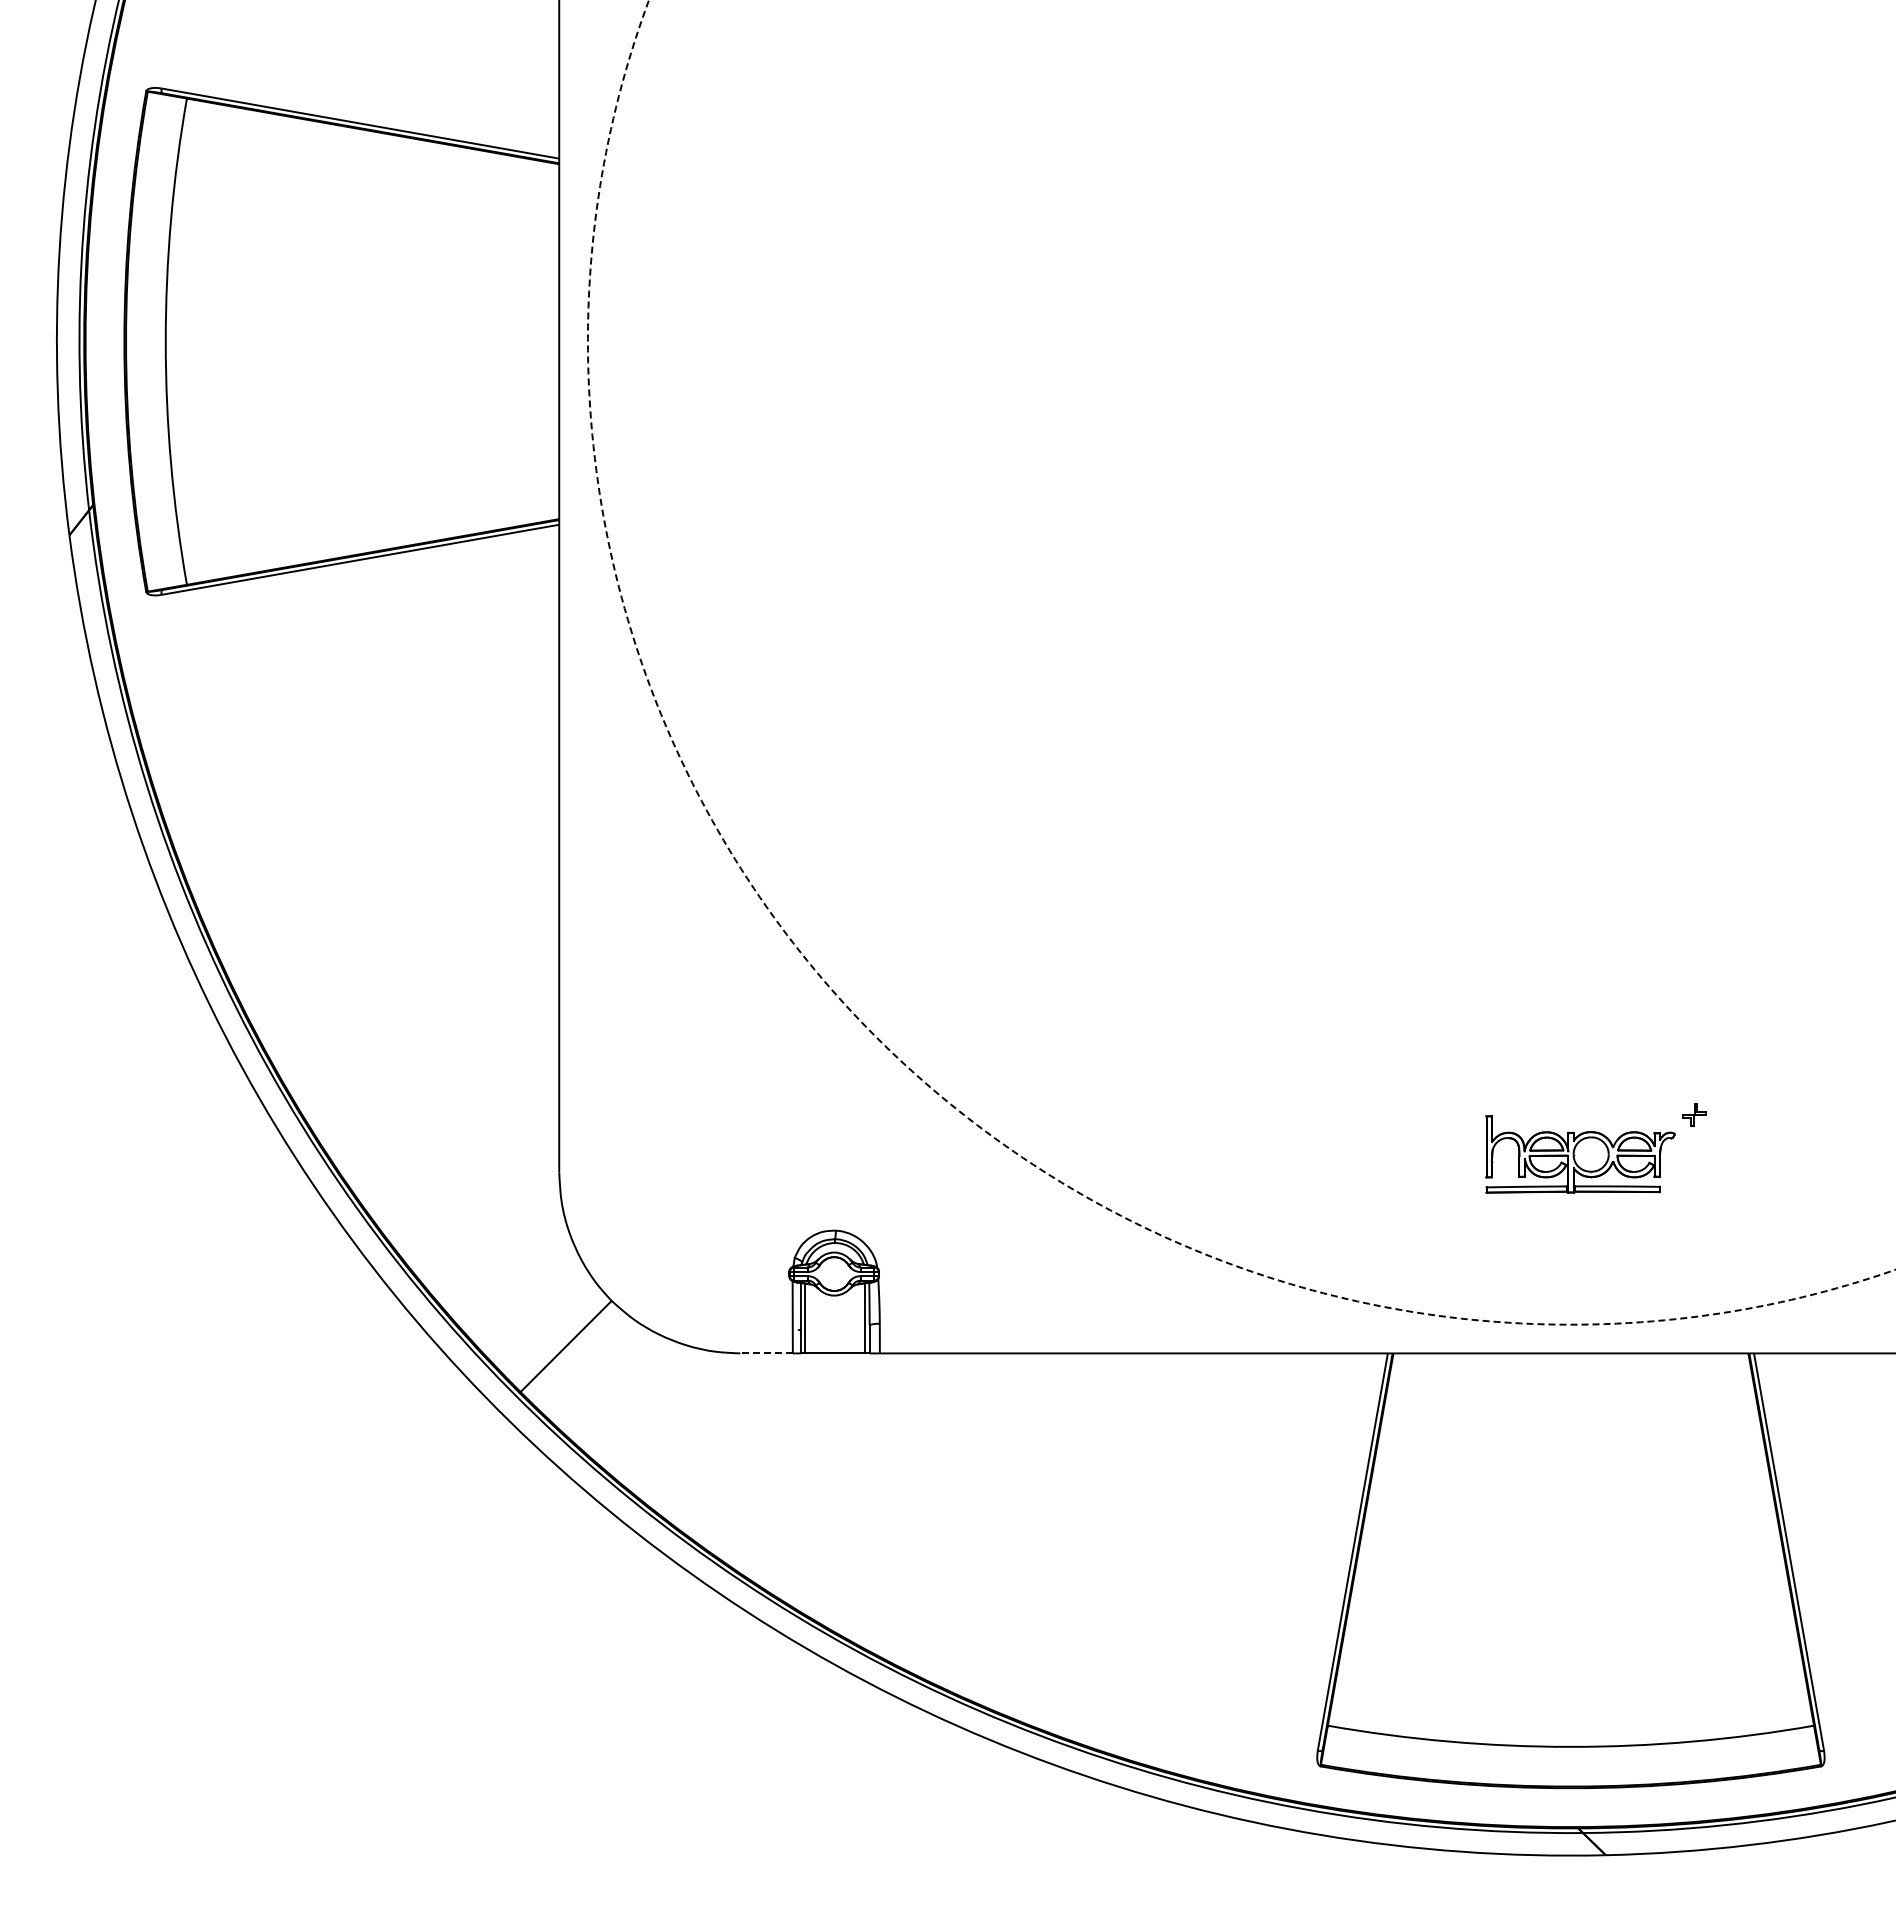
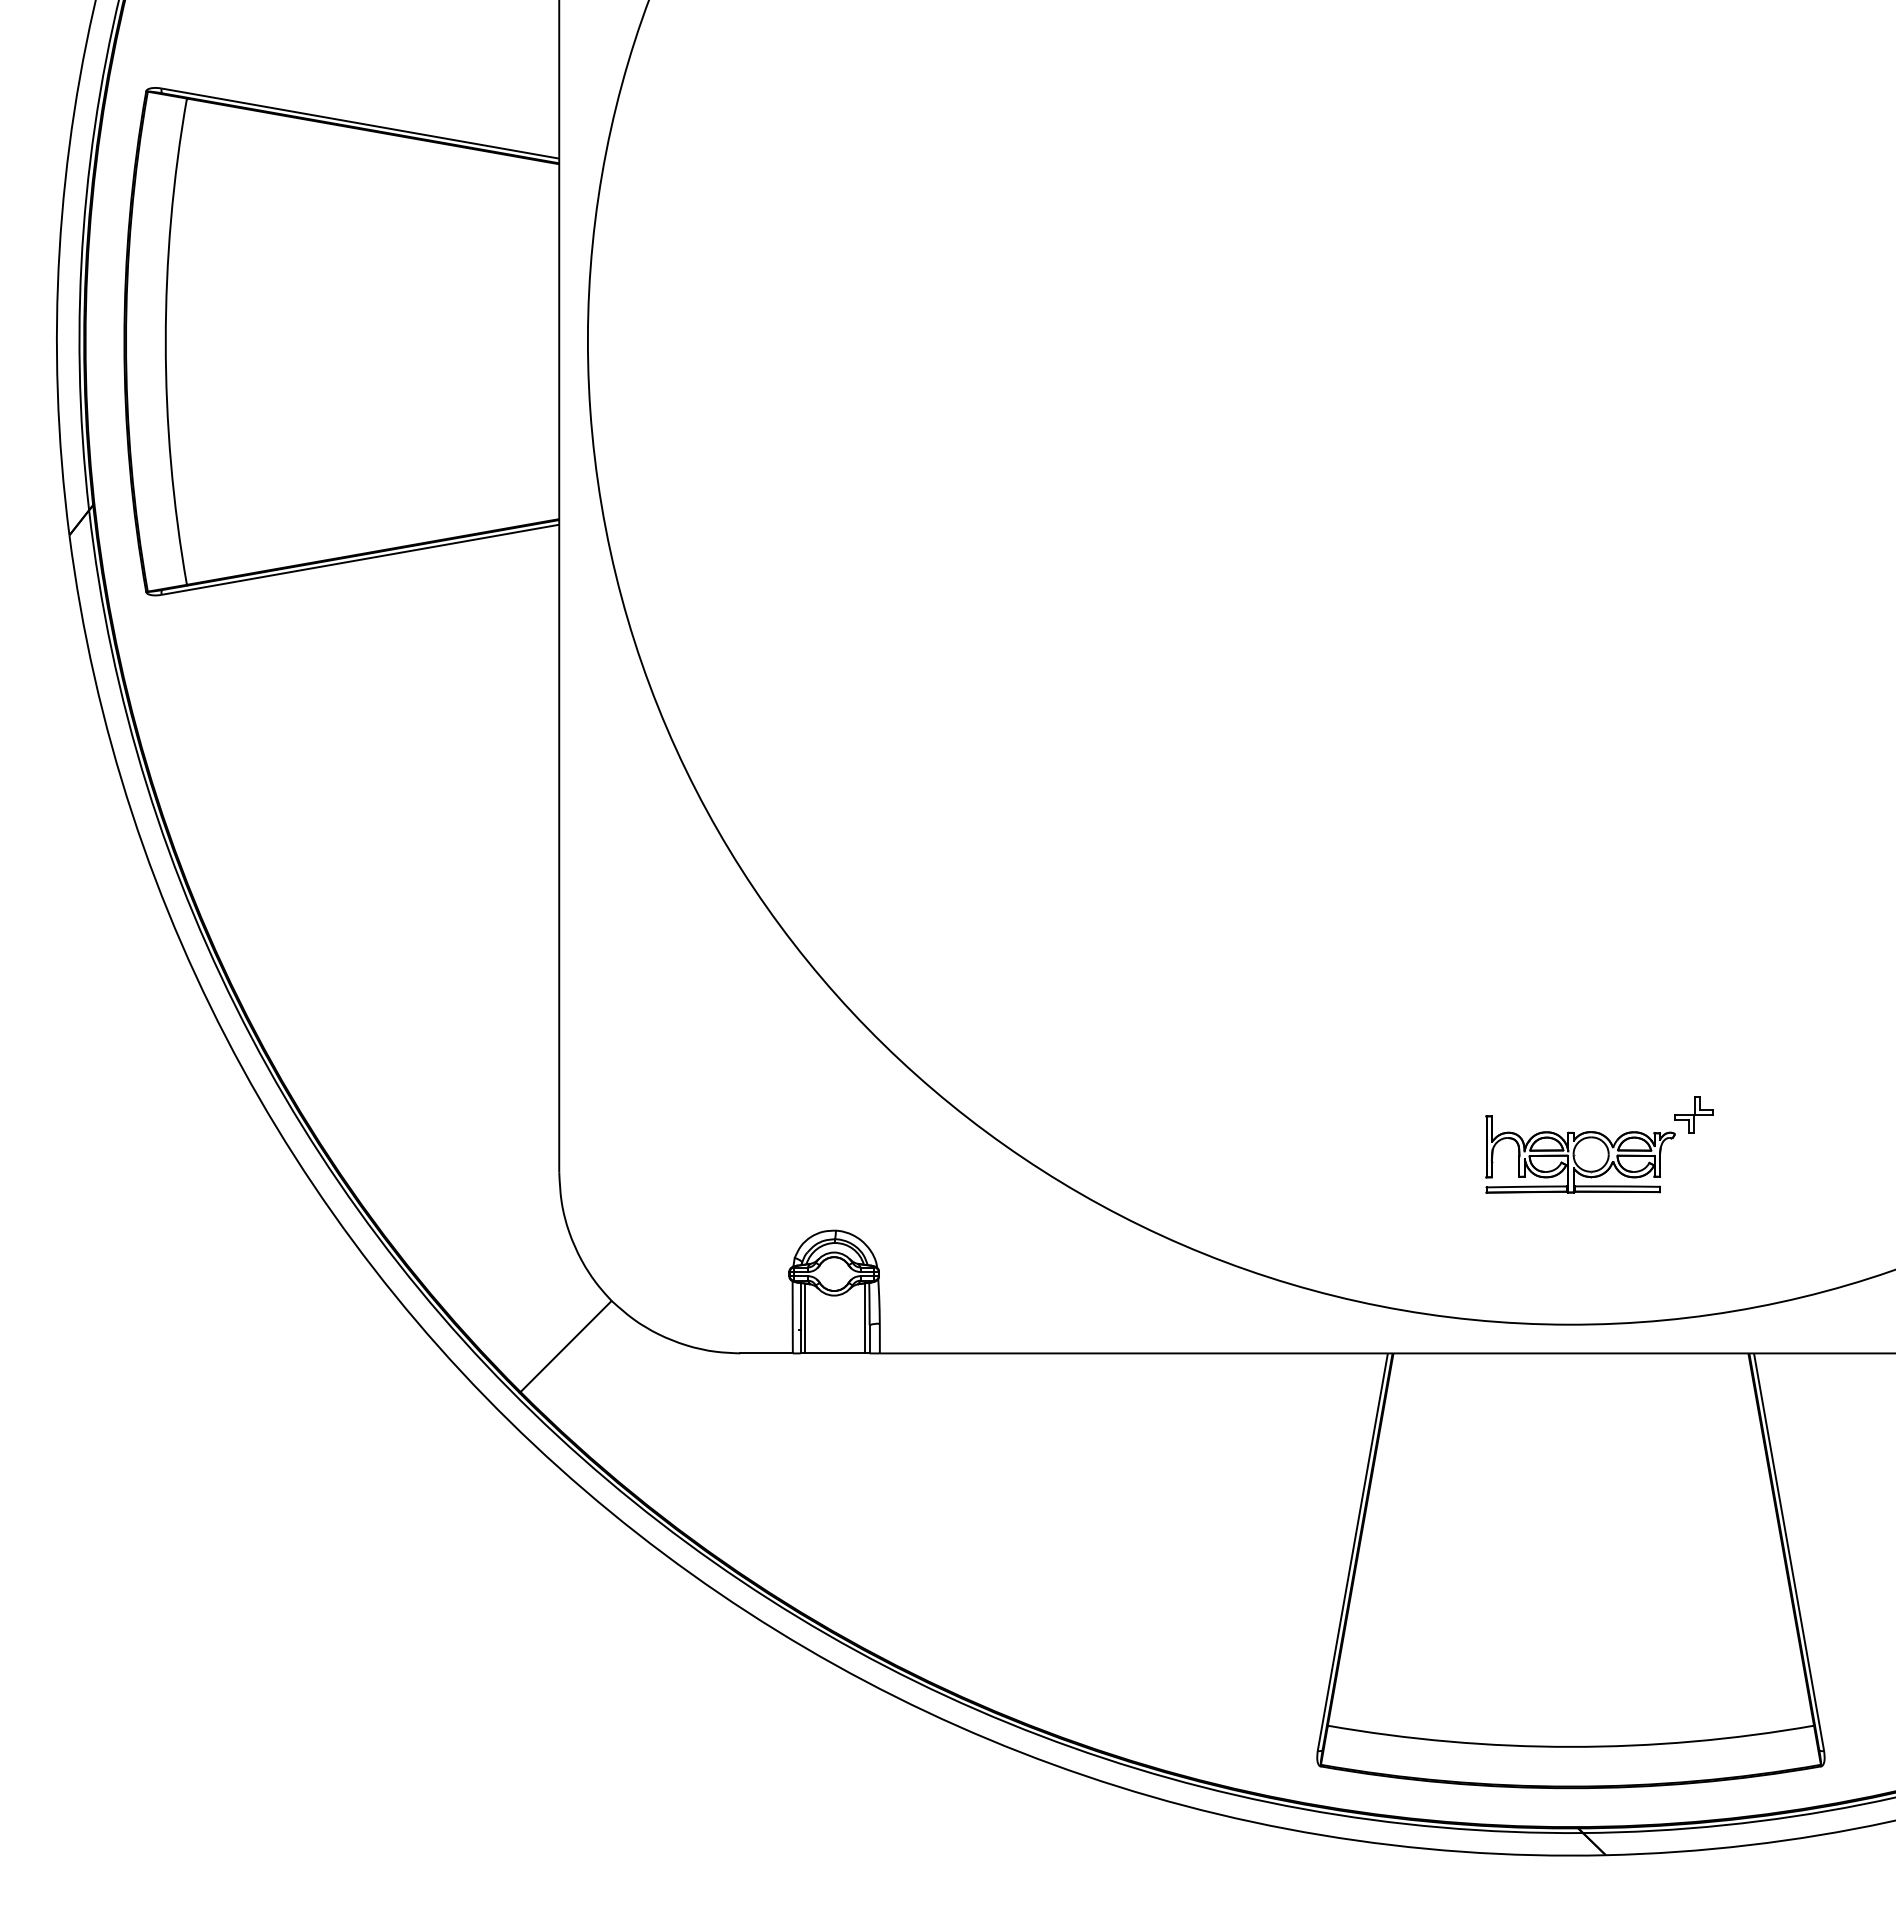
arc at (870, 1031): dashed -> solid
part at (1694, 1114) size: 25x24 px -> 40x38 px
line at (766, 1353): dashed -> solid
